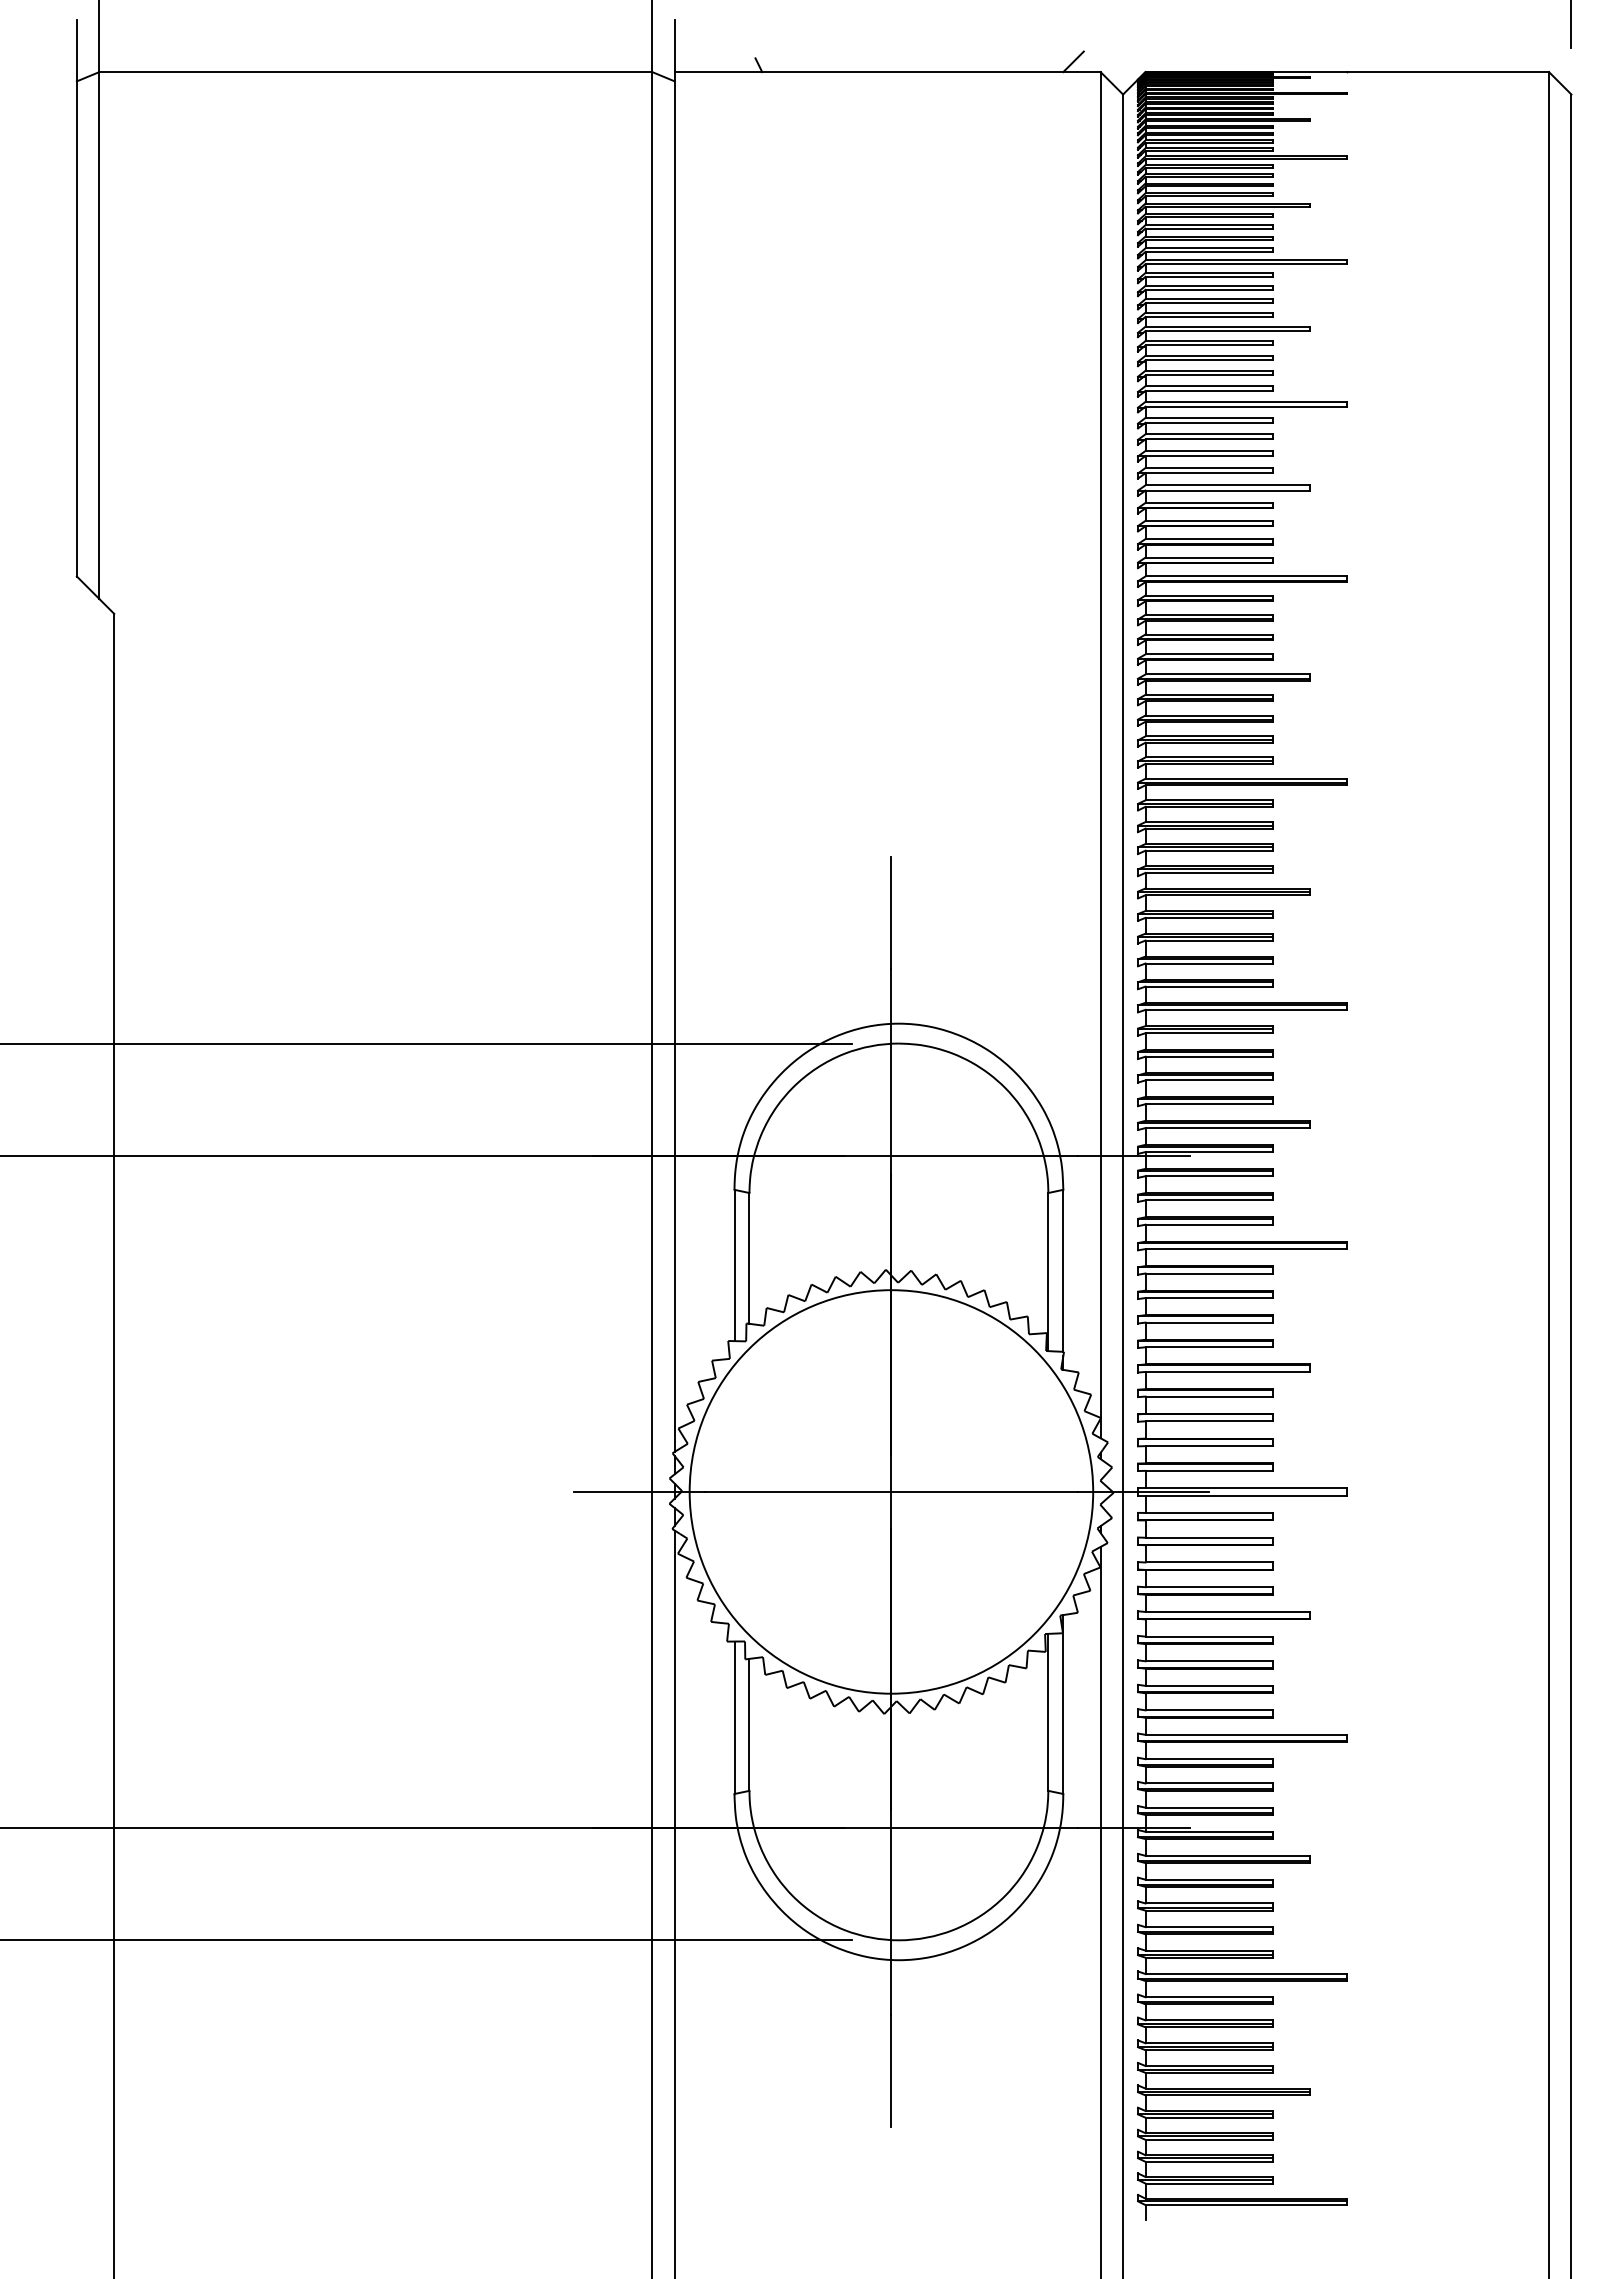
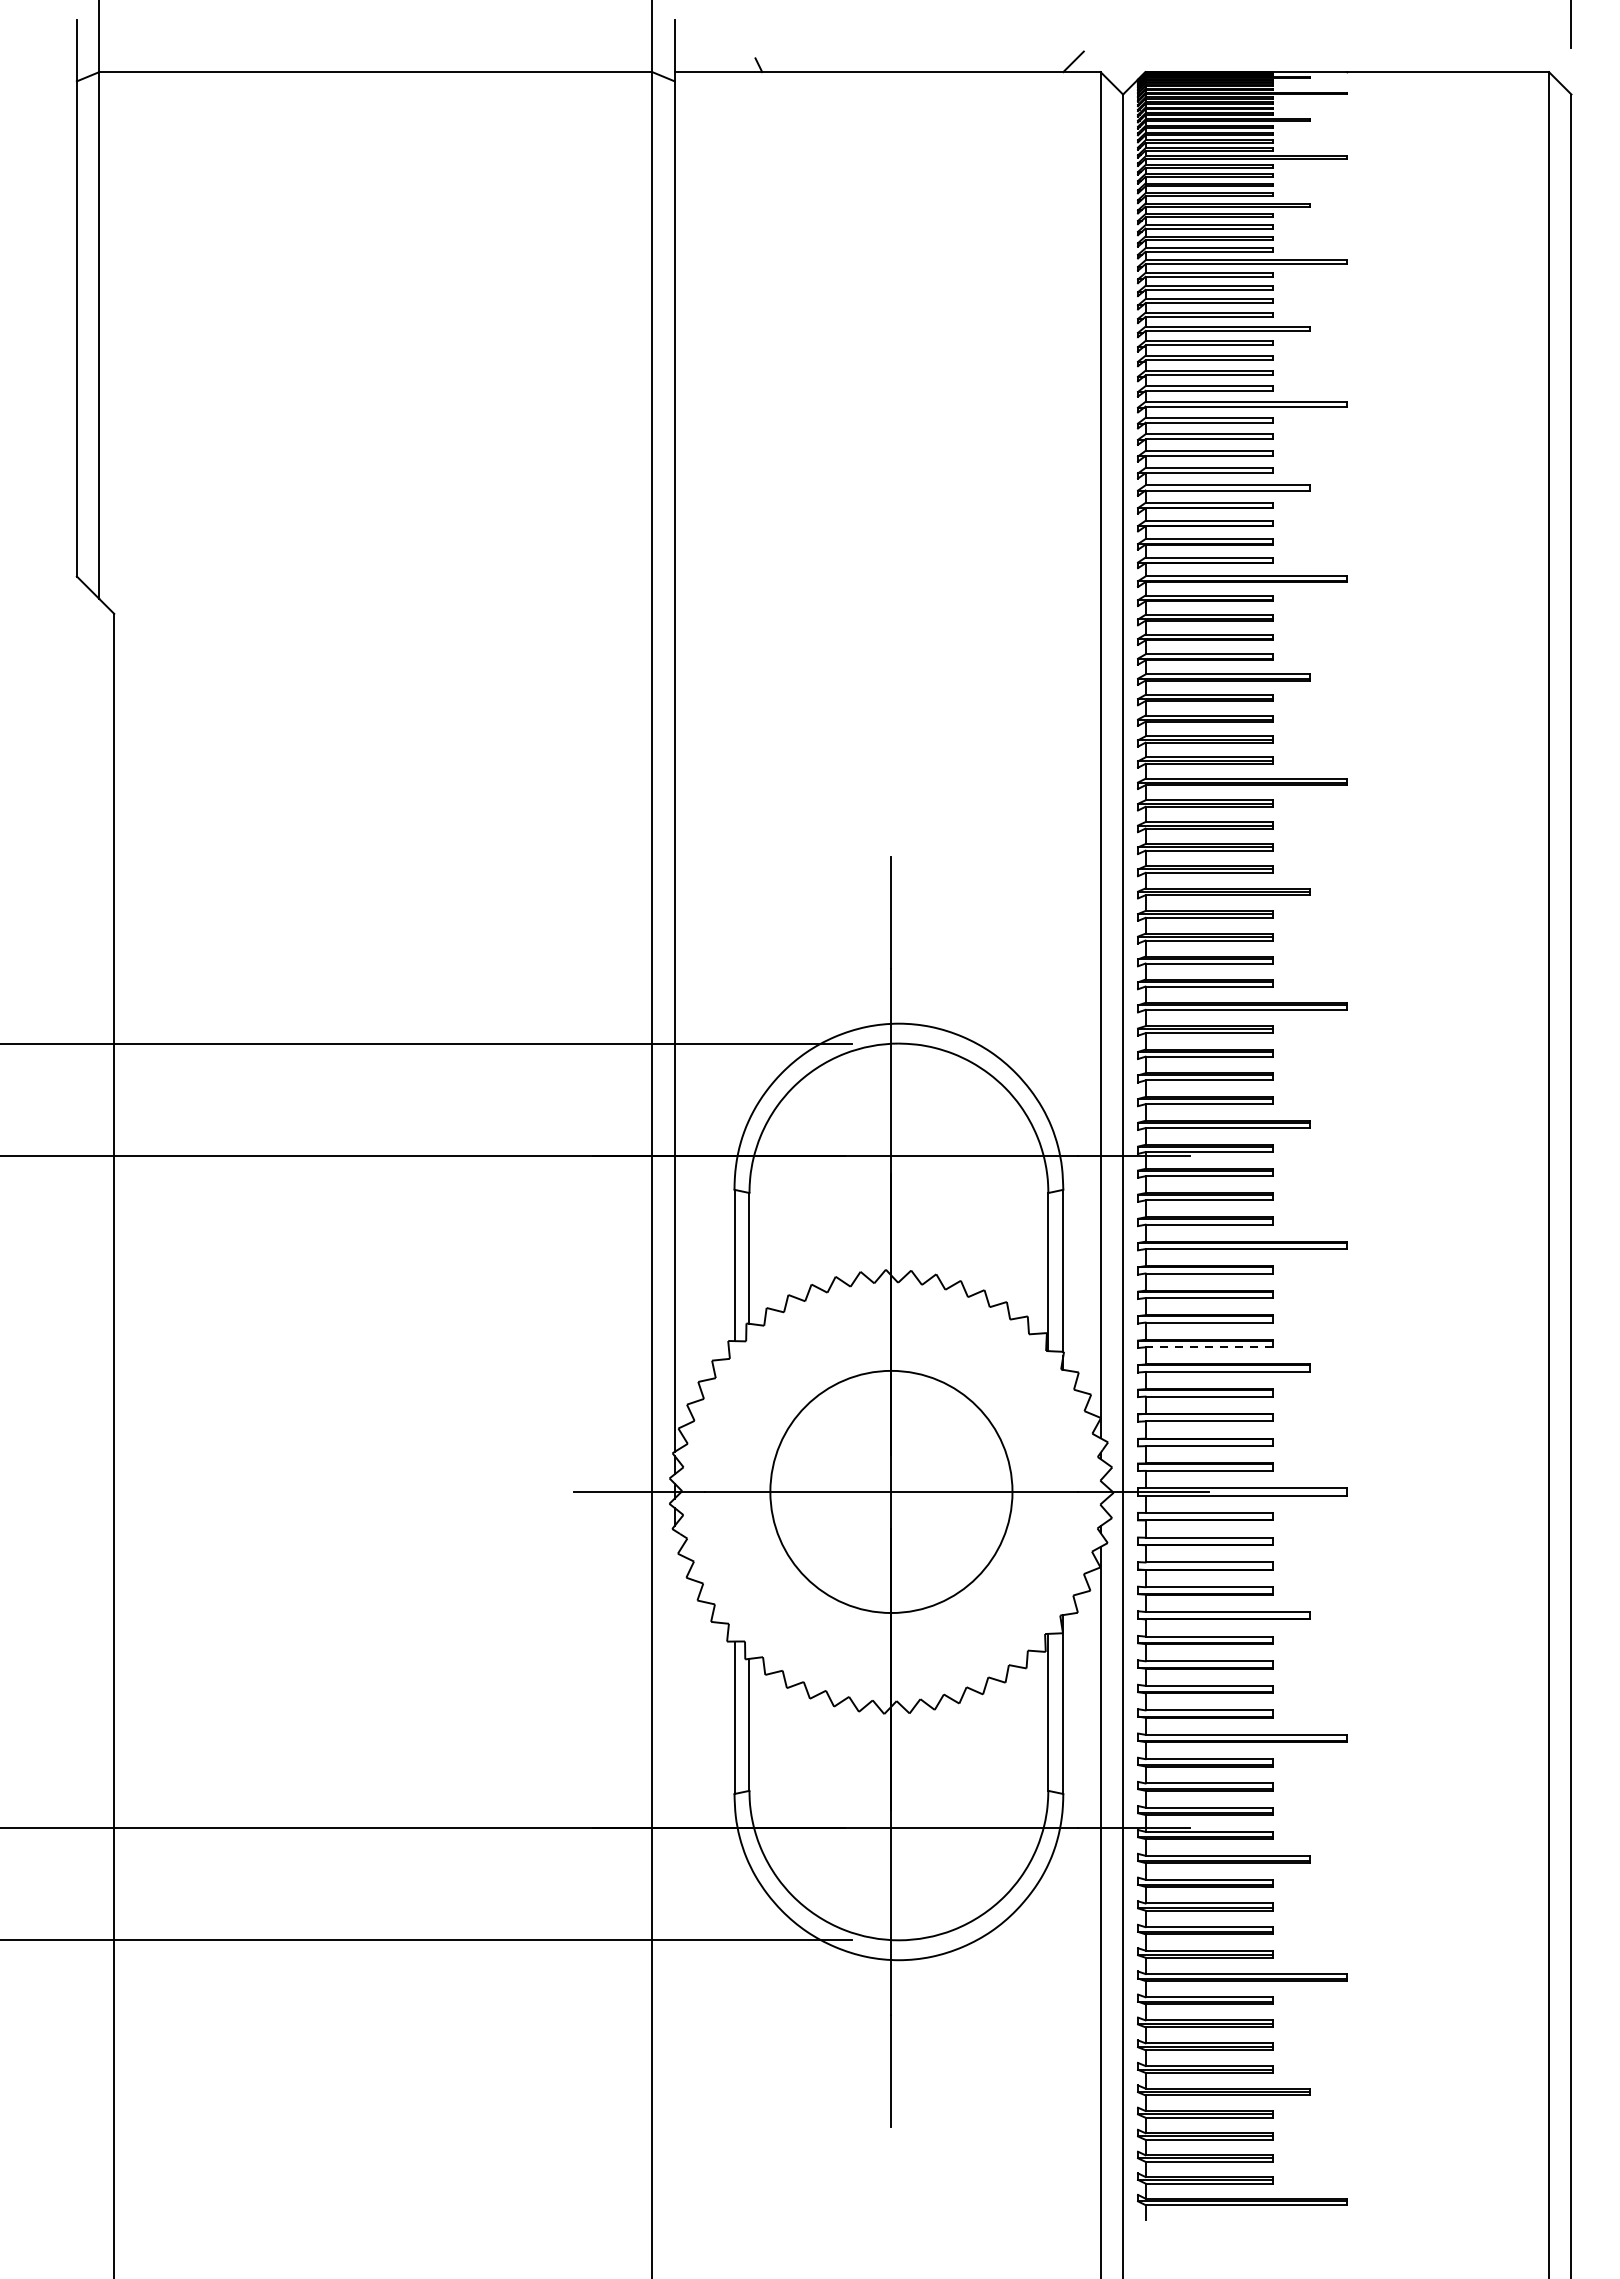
line at (1209, 1347): solid -> dashed
circle at (891, 1491) diameter: 404 px -> 242 px
line at (674, 1902): present -> none
